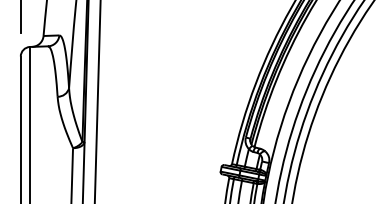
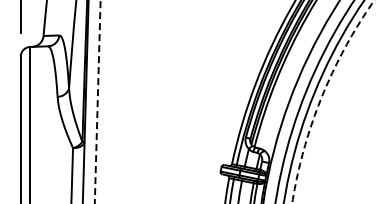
arc at (321, 96): solid -> dashed
line at (97, 102): solid -> dashed
